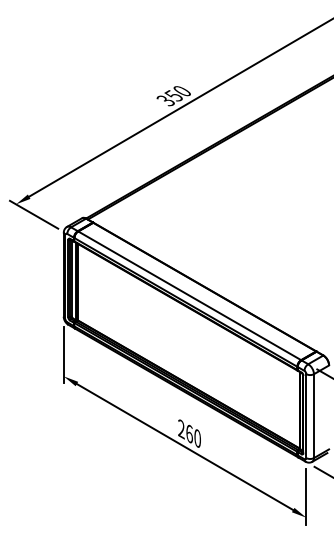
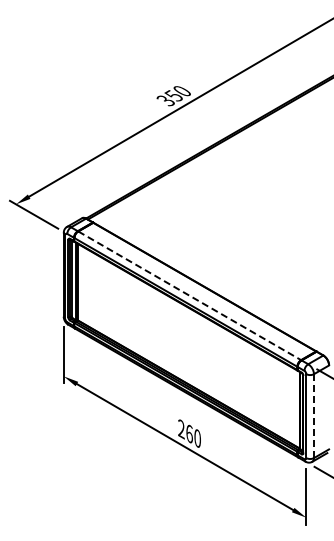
line at (189, 295): solid -> dashed
line at (314, 416): solid -> dashed
